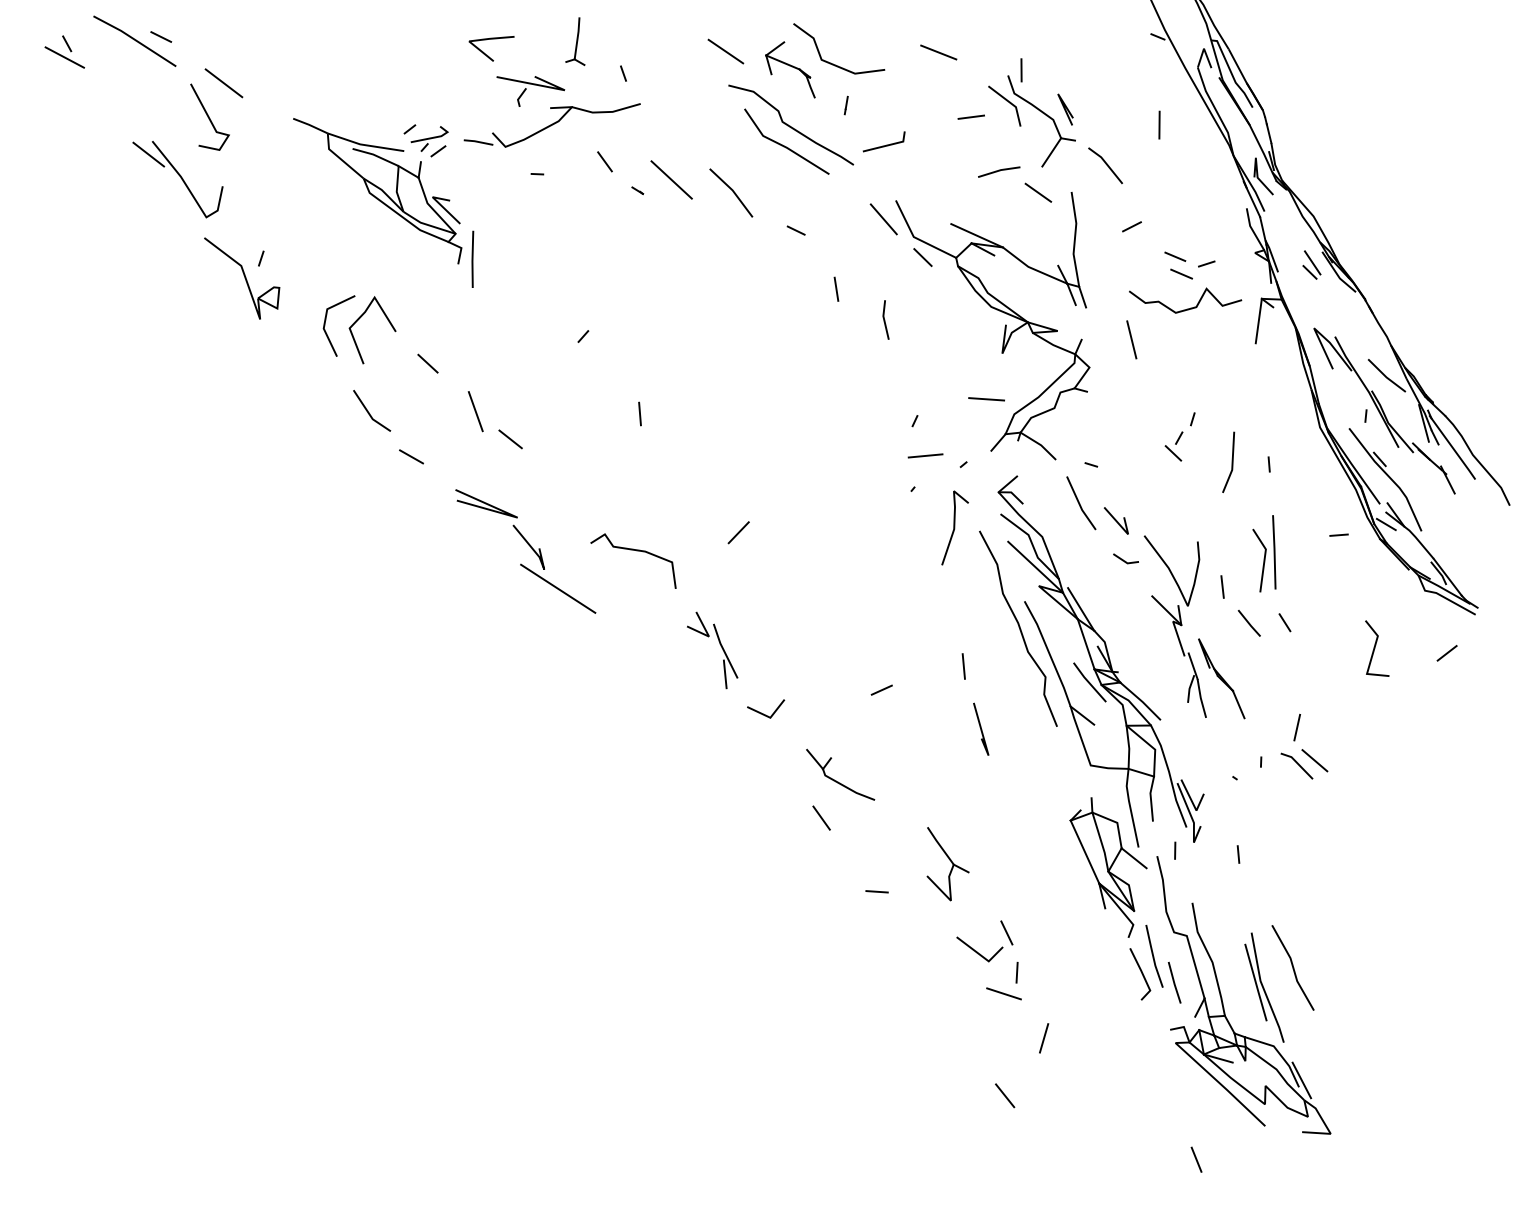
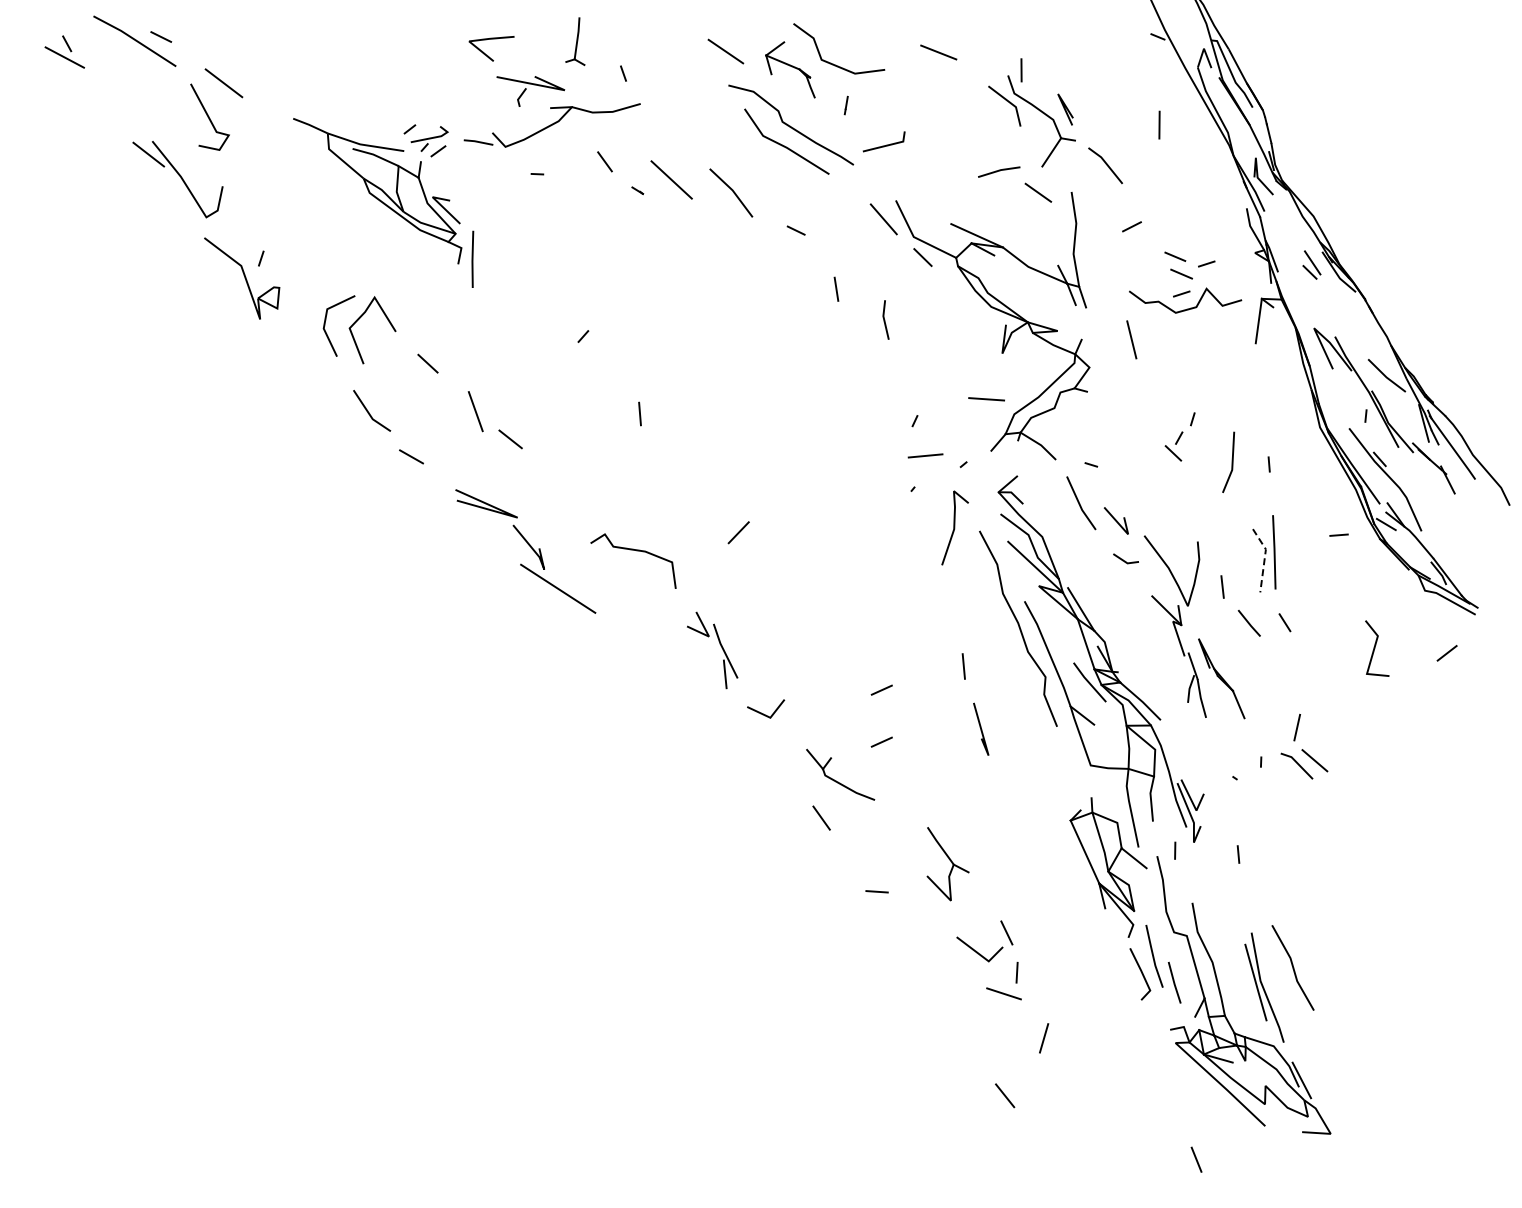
line at (971, 116): present -> none
line at (1181, 293): none -> present
line at (1264, 558): solid -> dashed
line at (881, 741): none -> present
